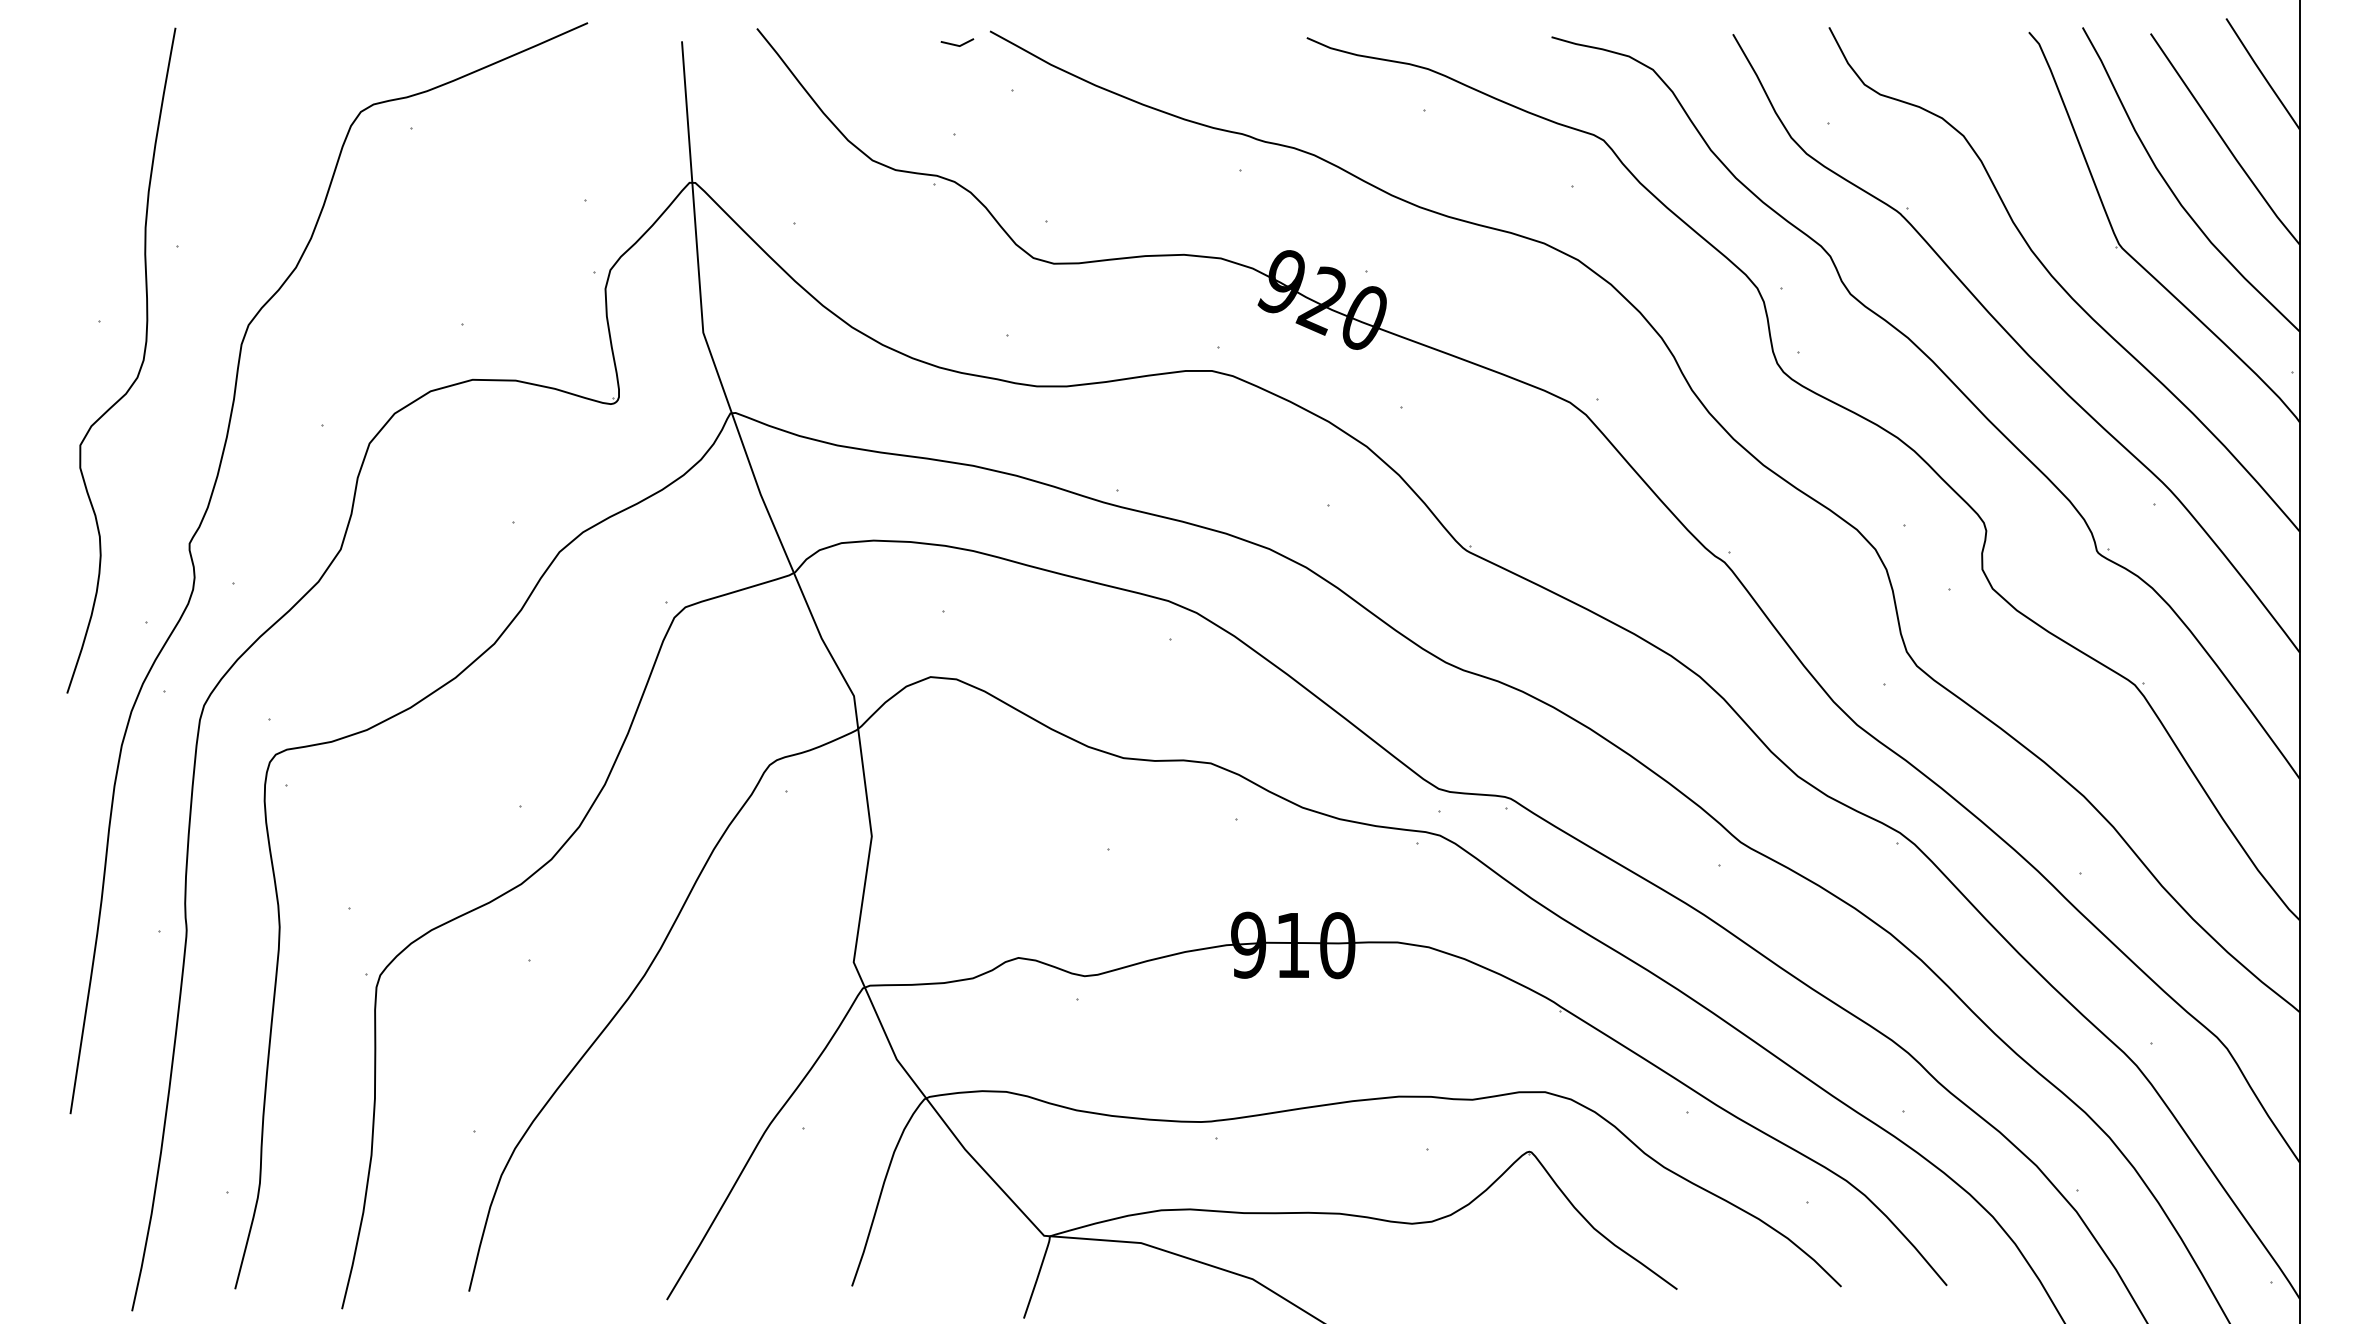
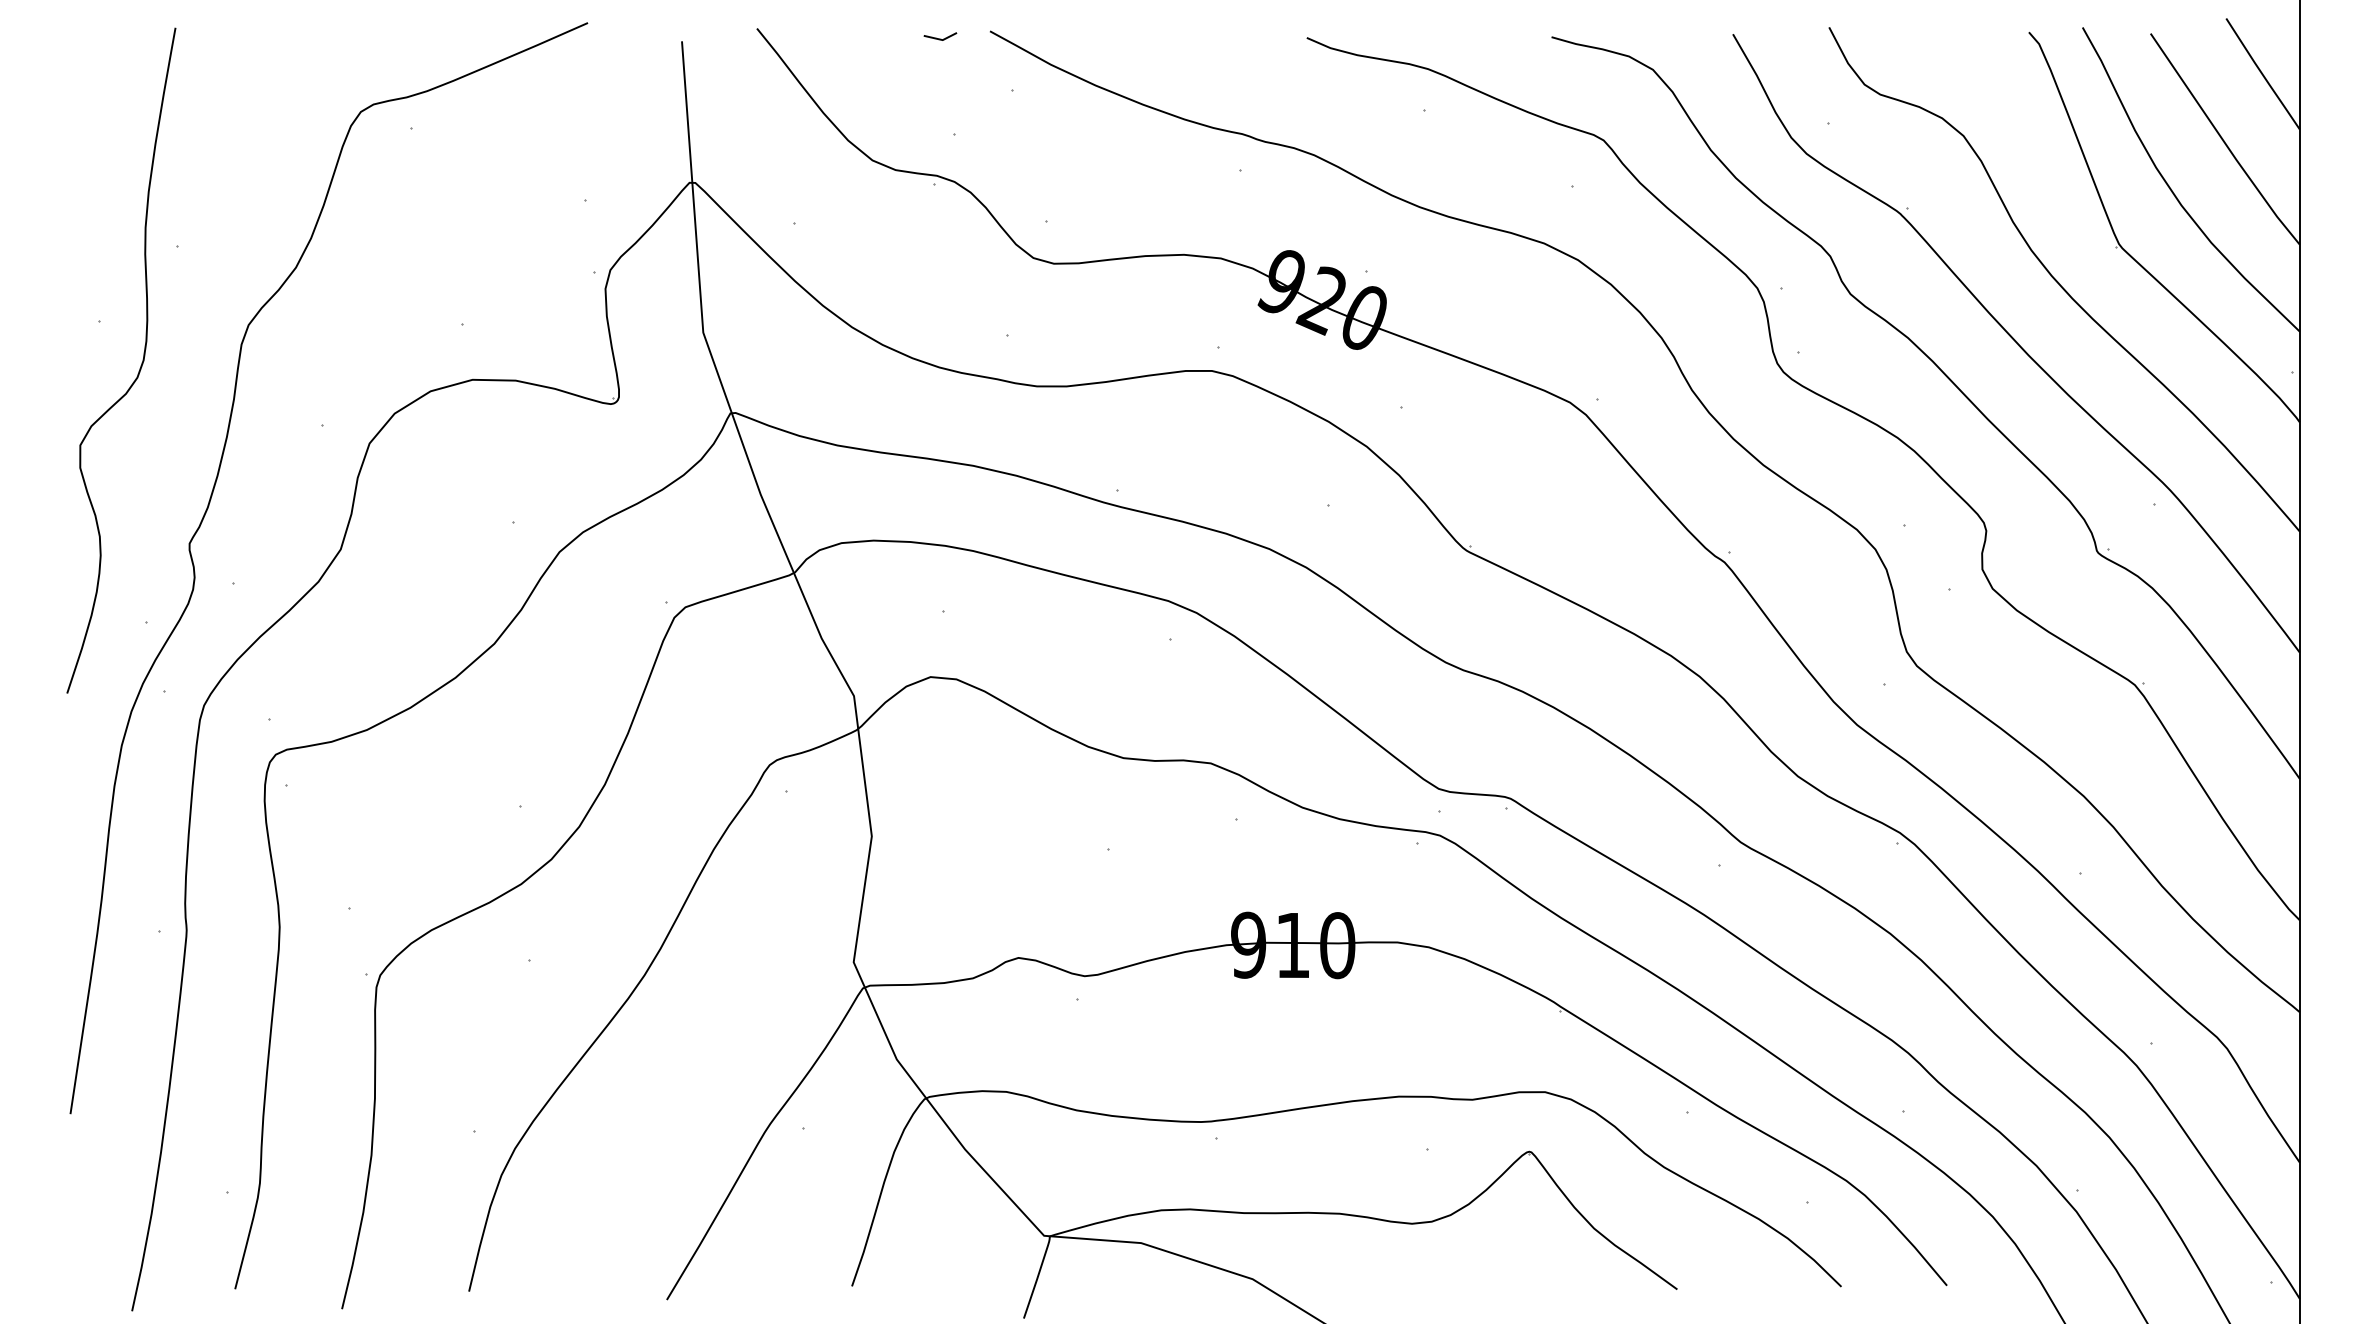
line at (957, 44) position: (957, 44) -> (940, 38)
